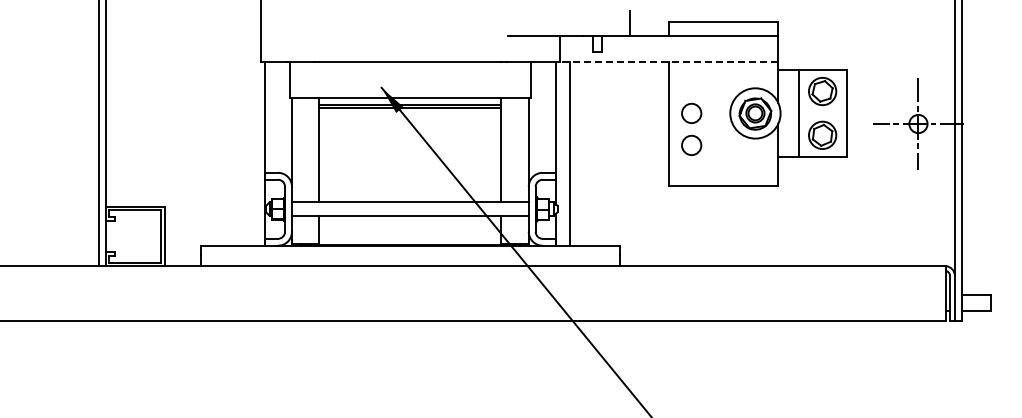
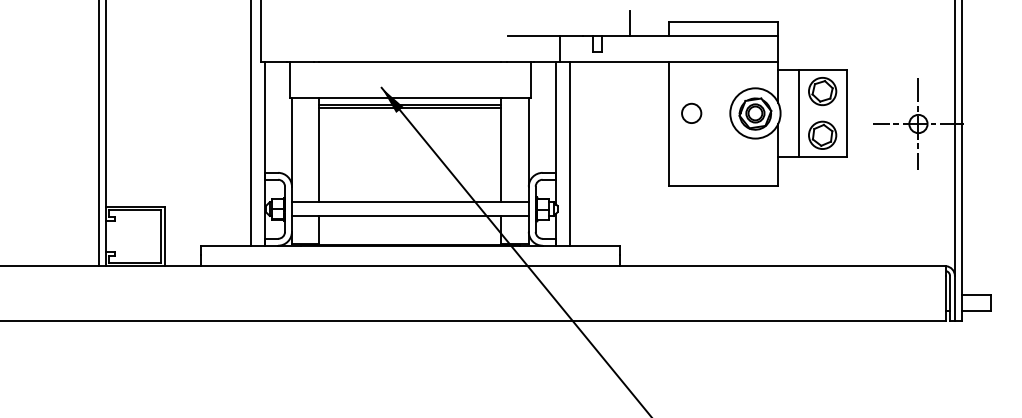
line at (668, 61): dashed -> solid
line at (250, 123): none -> present
circle at (691, 144): present -> none
